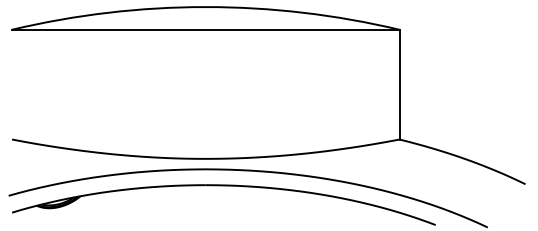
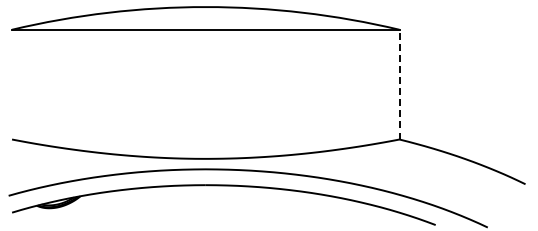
line at (399, 84): solid -> dashed
